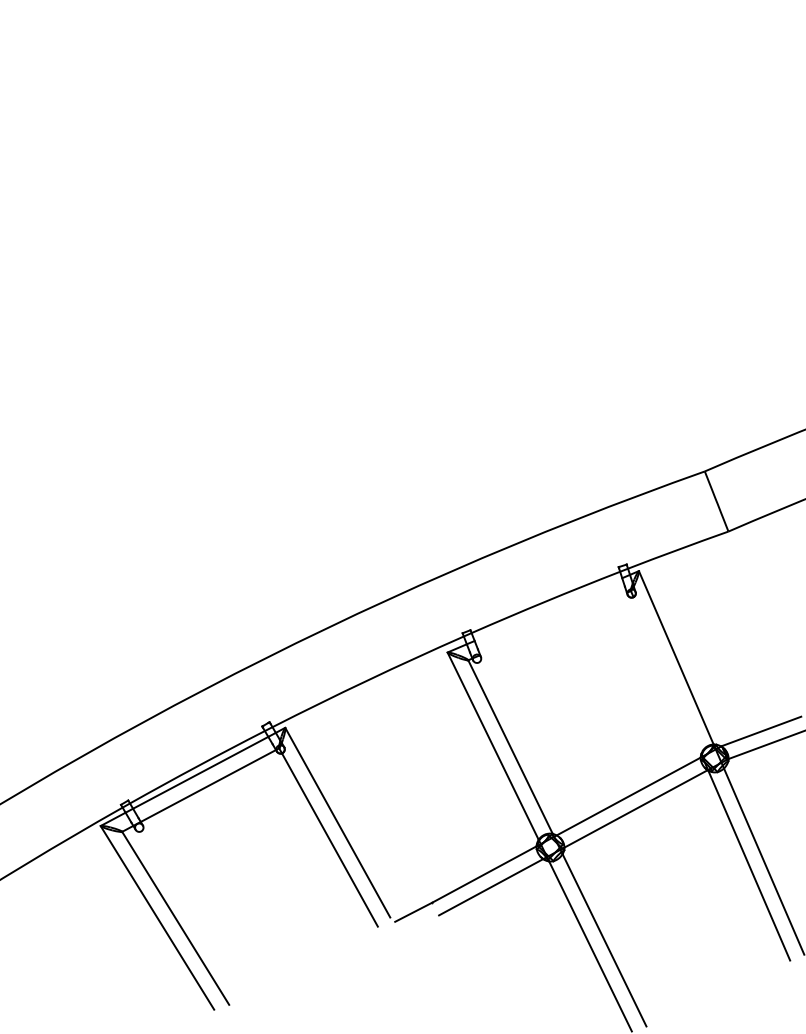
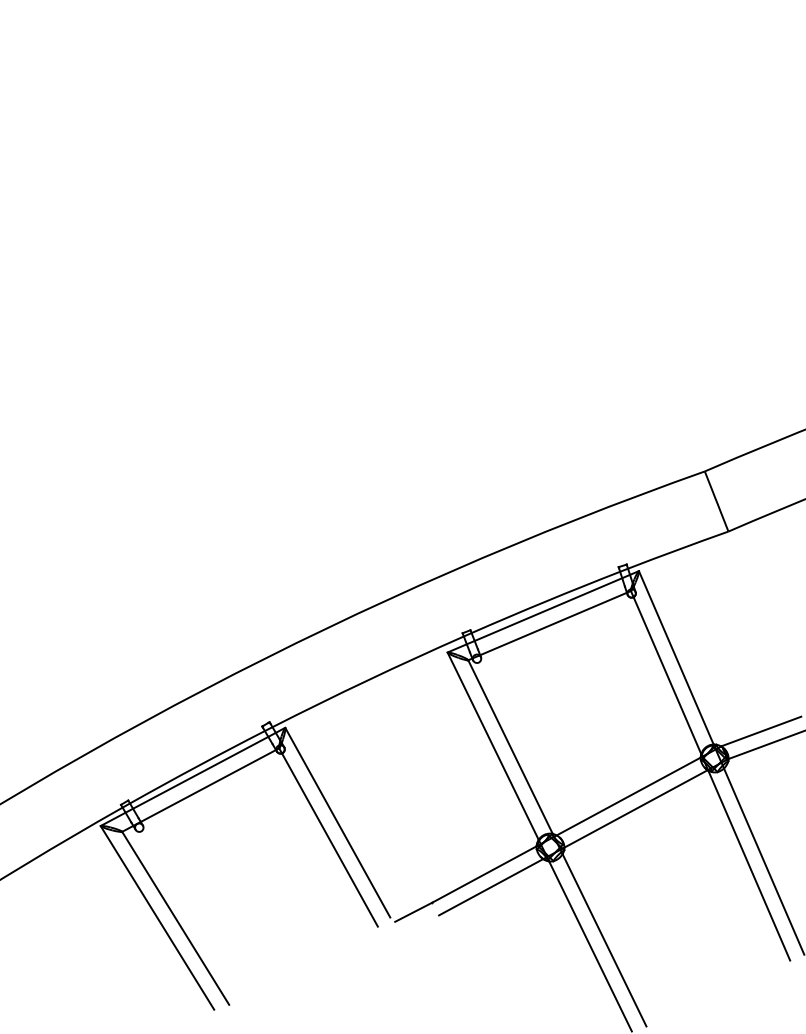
line at (548, 609): none -> present
line at (553, 623): none -> present
line at (667, 675): none -> present
